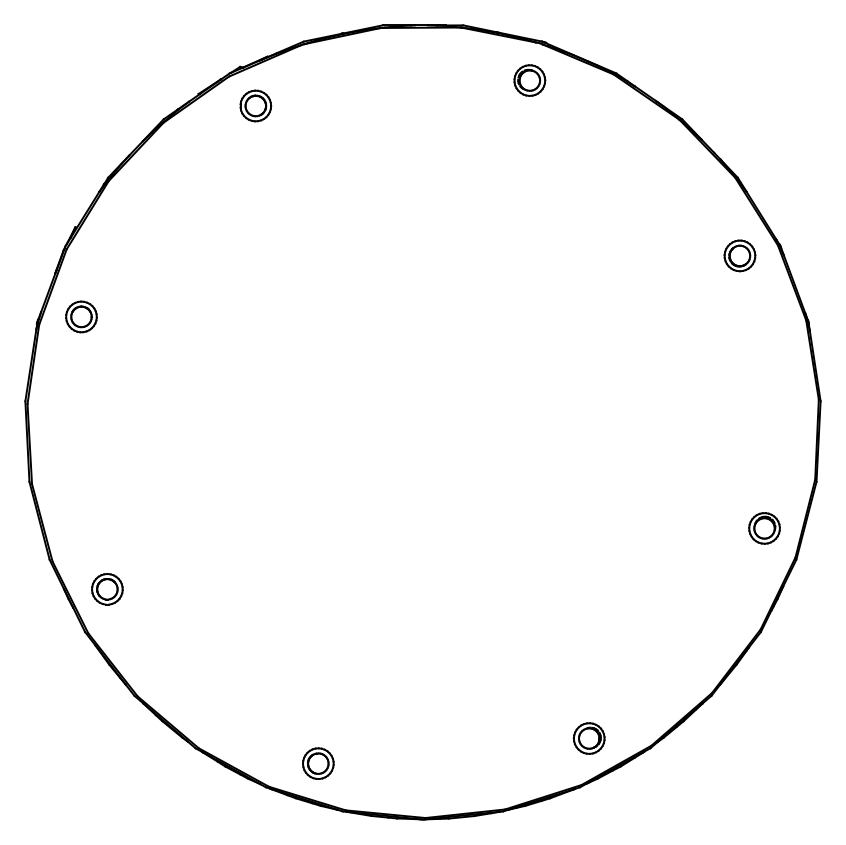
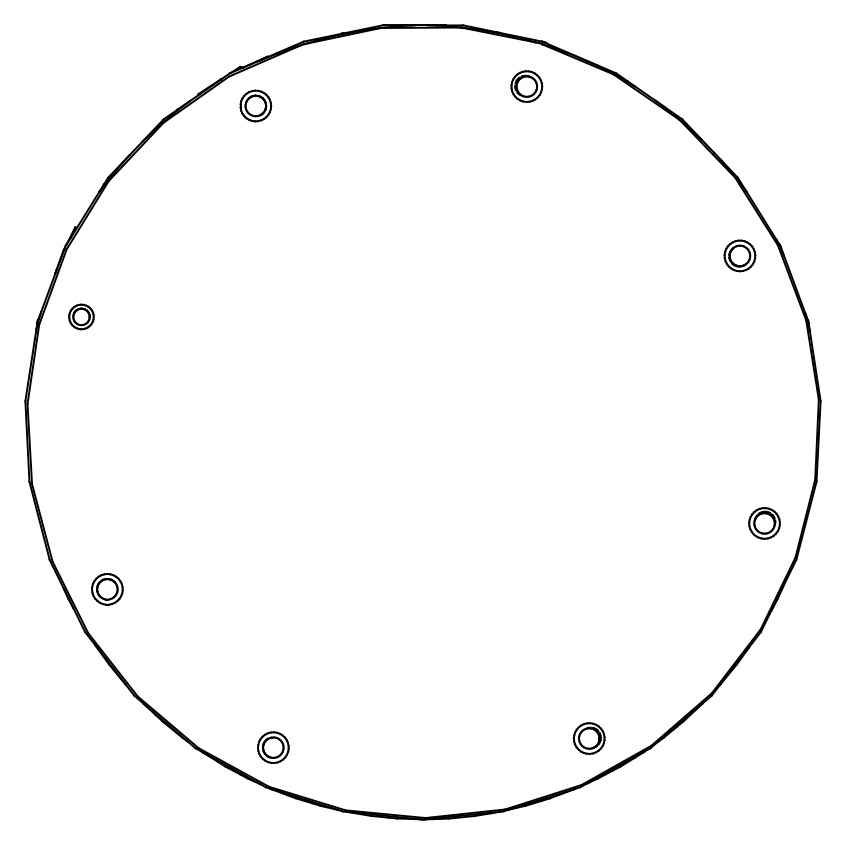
part at (529, 80) position: (529, 80) -> (526, 86)
part at (81, 316) size: 33x34 px -> 27x28 px
part at (764, 528) position: (764, 528) -> (764, 523)
part at (318, 763) position: (318, 763) -> (273, 747)
